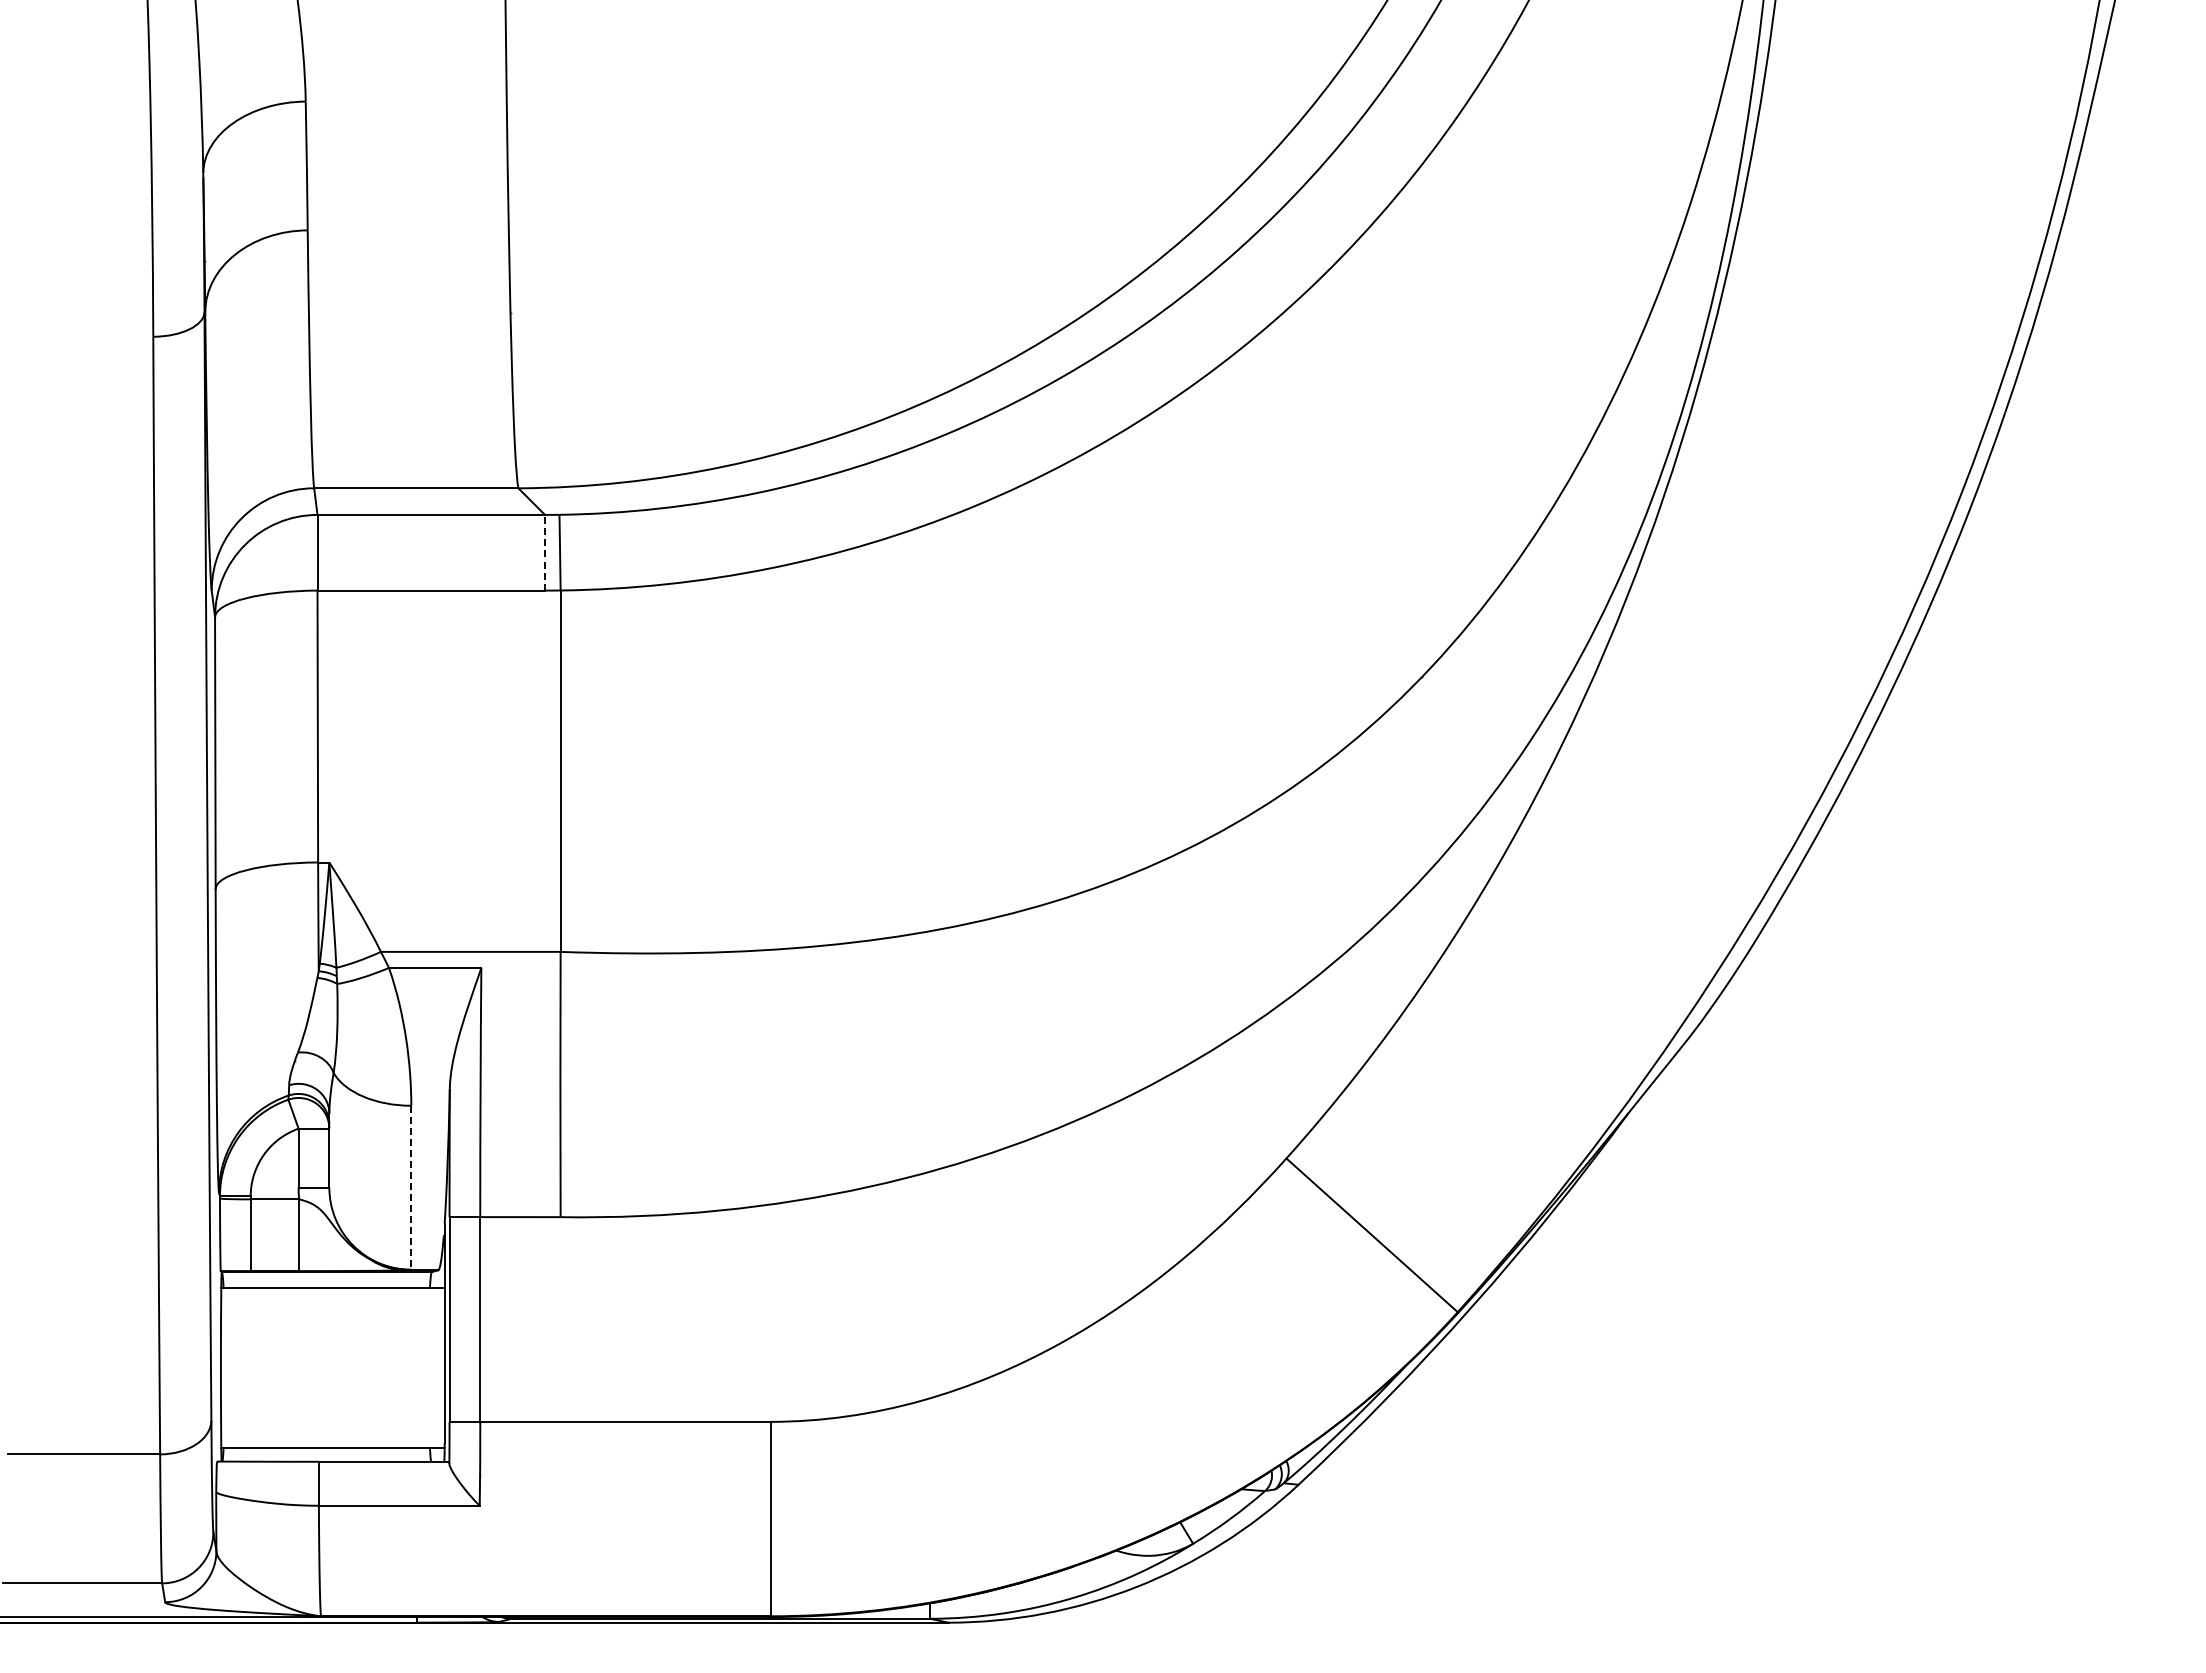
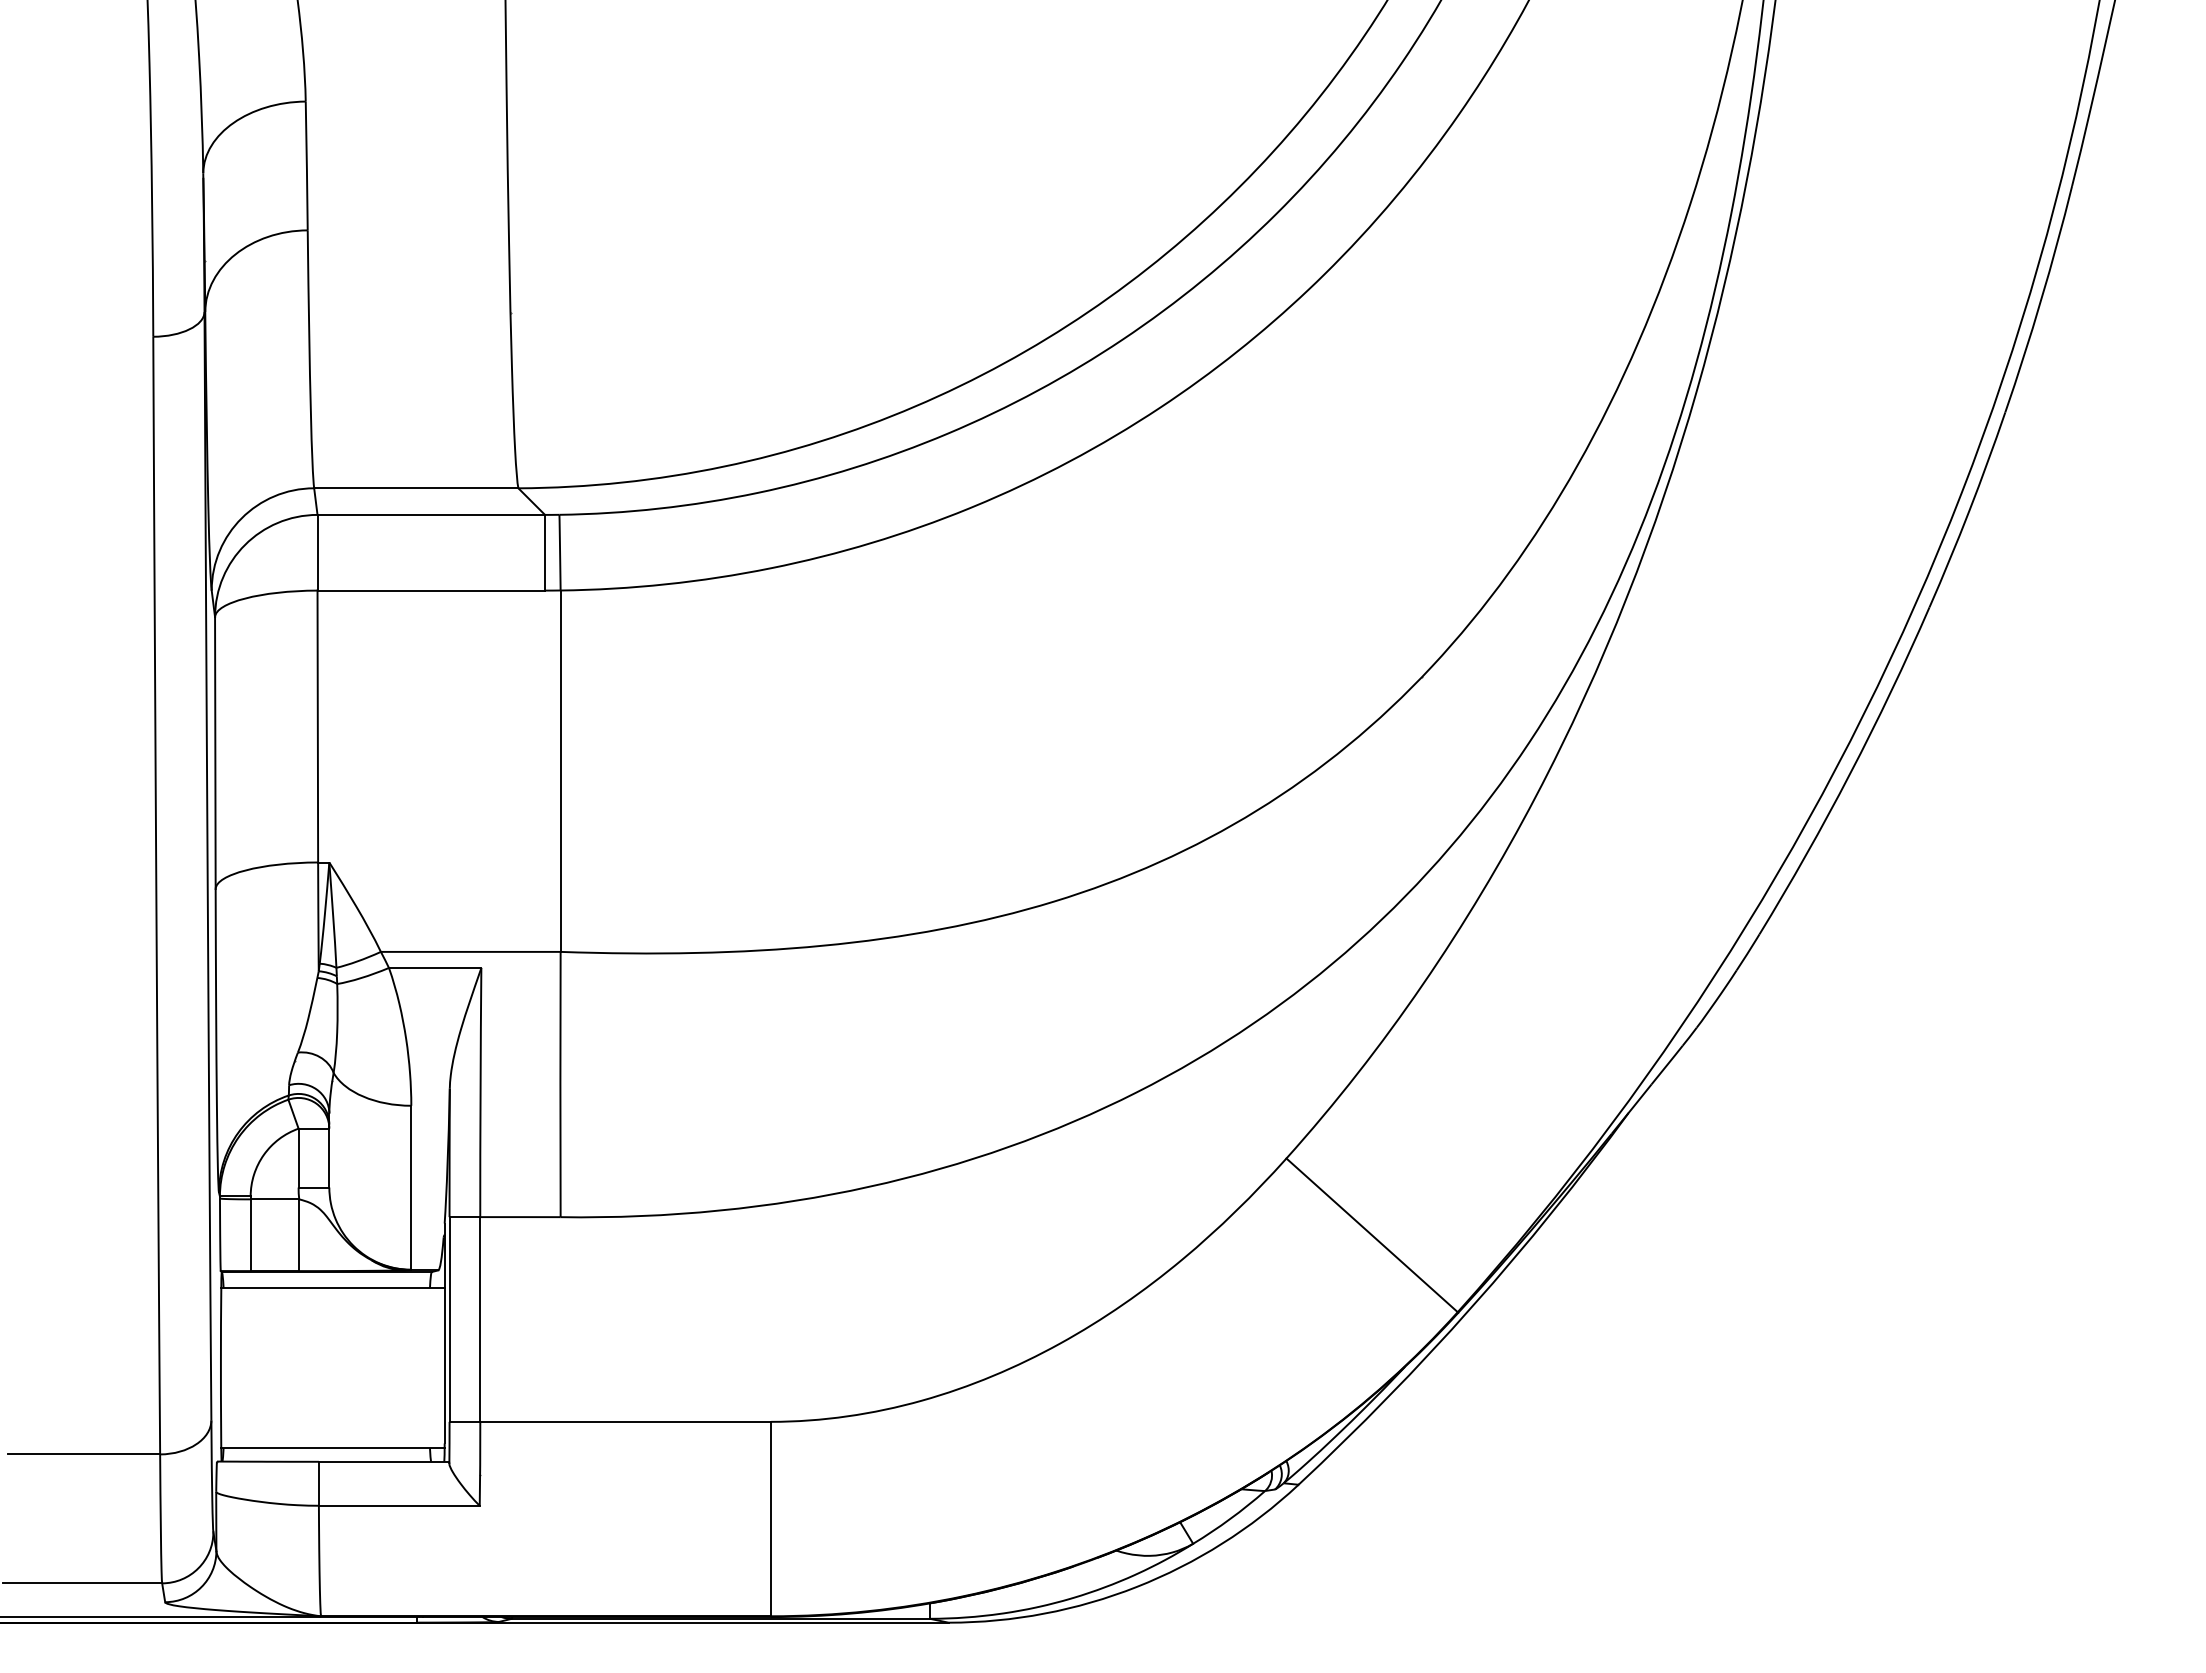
line at (545, 552): dashed -> solid
line at (411, 1188): dashed -> solid
